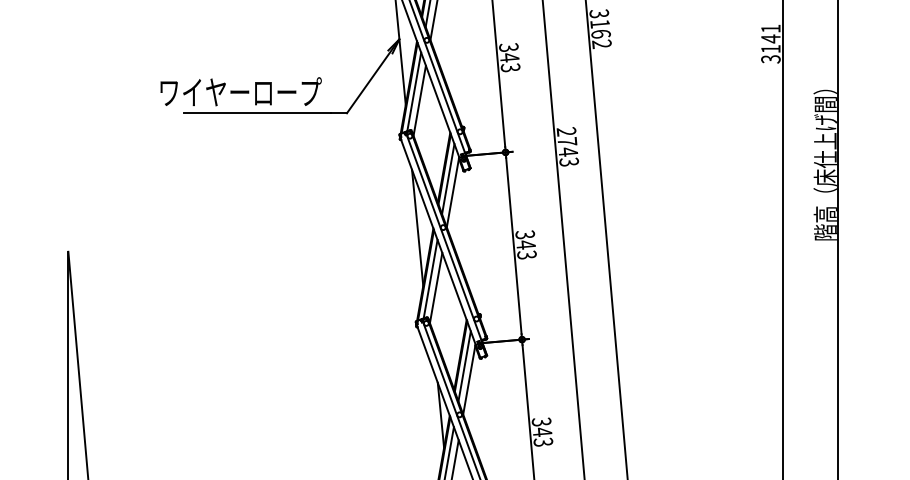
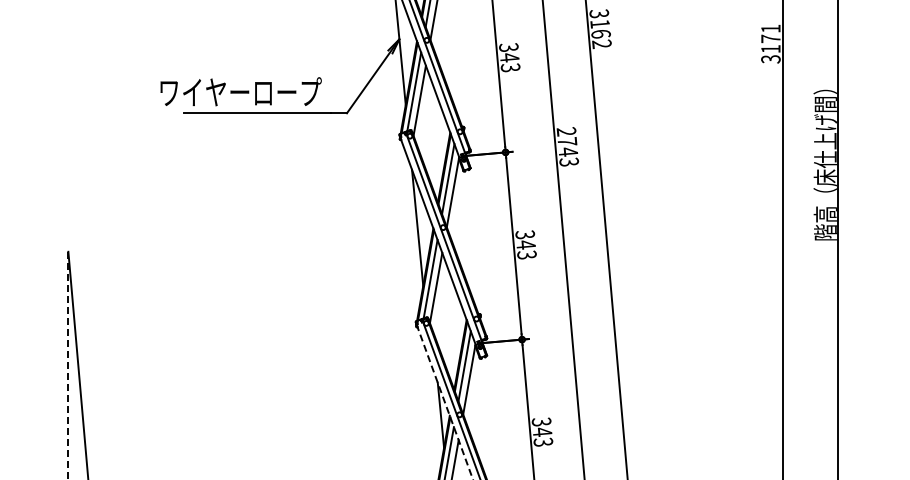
text at (770, 38): 3141 -> 3171
line at (68, 365): solid -> dashed
line at (444, 402): solid -> dashed
